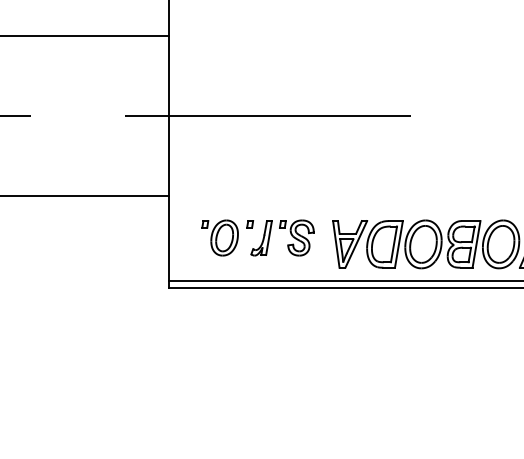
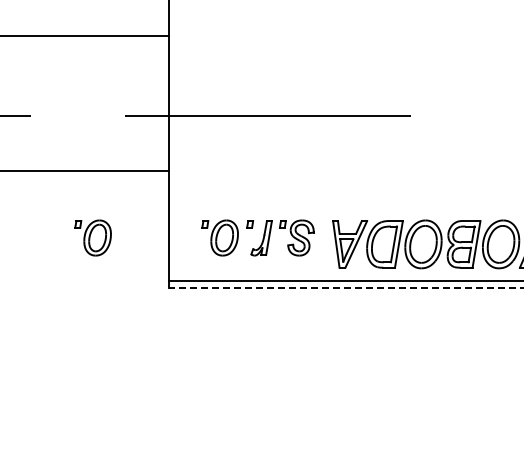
line at (85, 196) position: (85, 196) -> (85, 171)
part at (92, 237): none -> present
line at (346, 287): solid -> dashed
